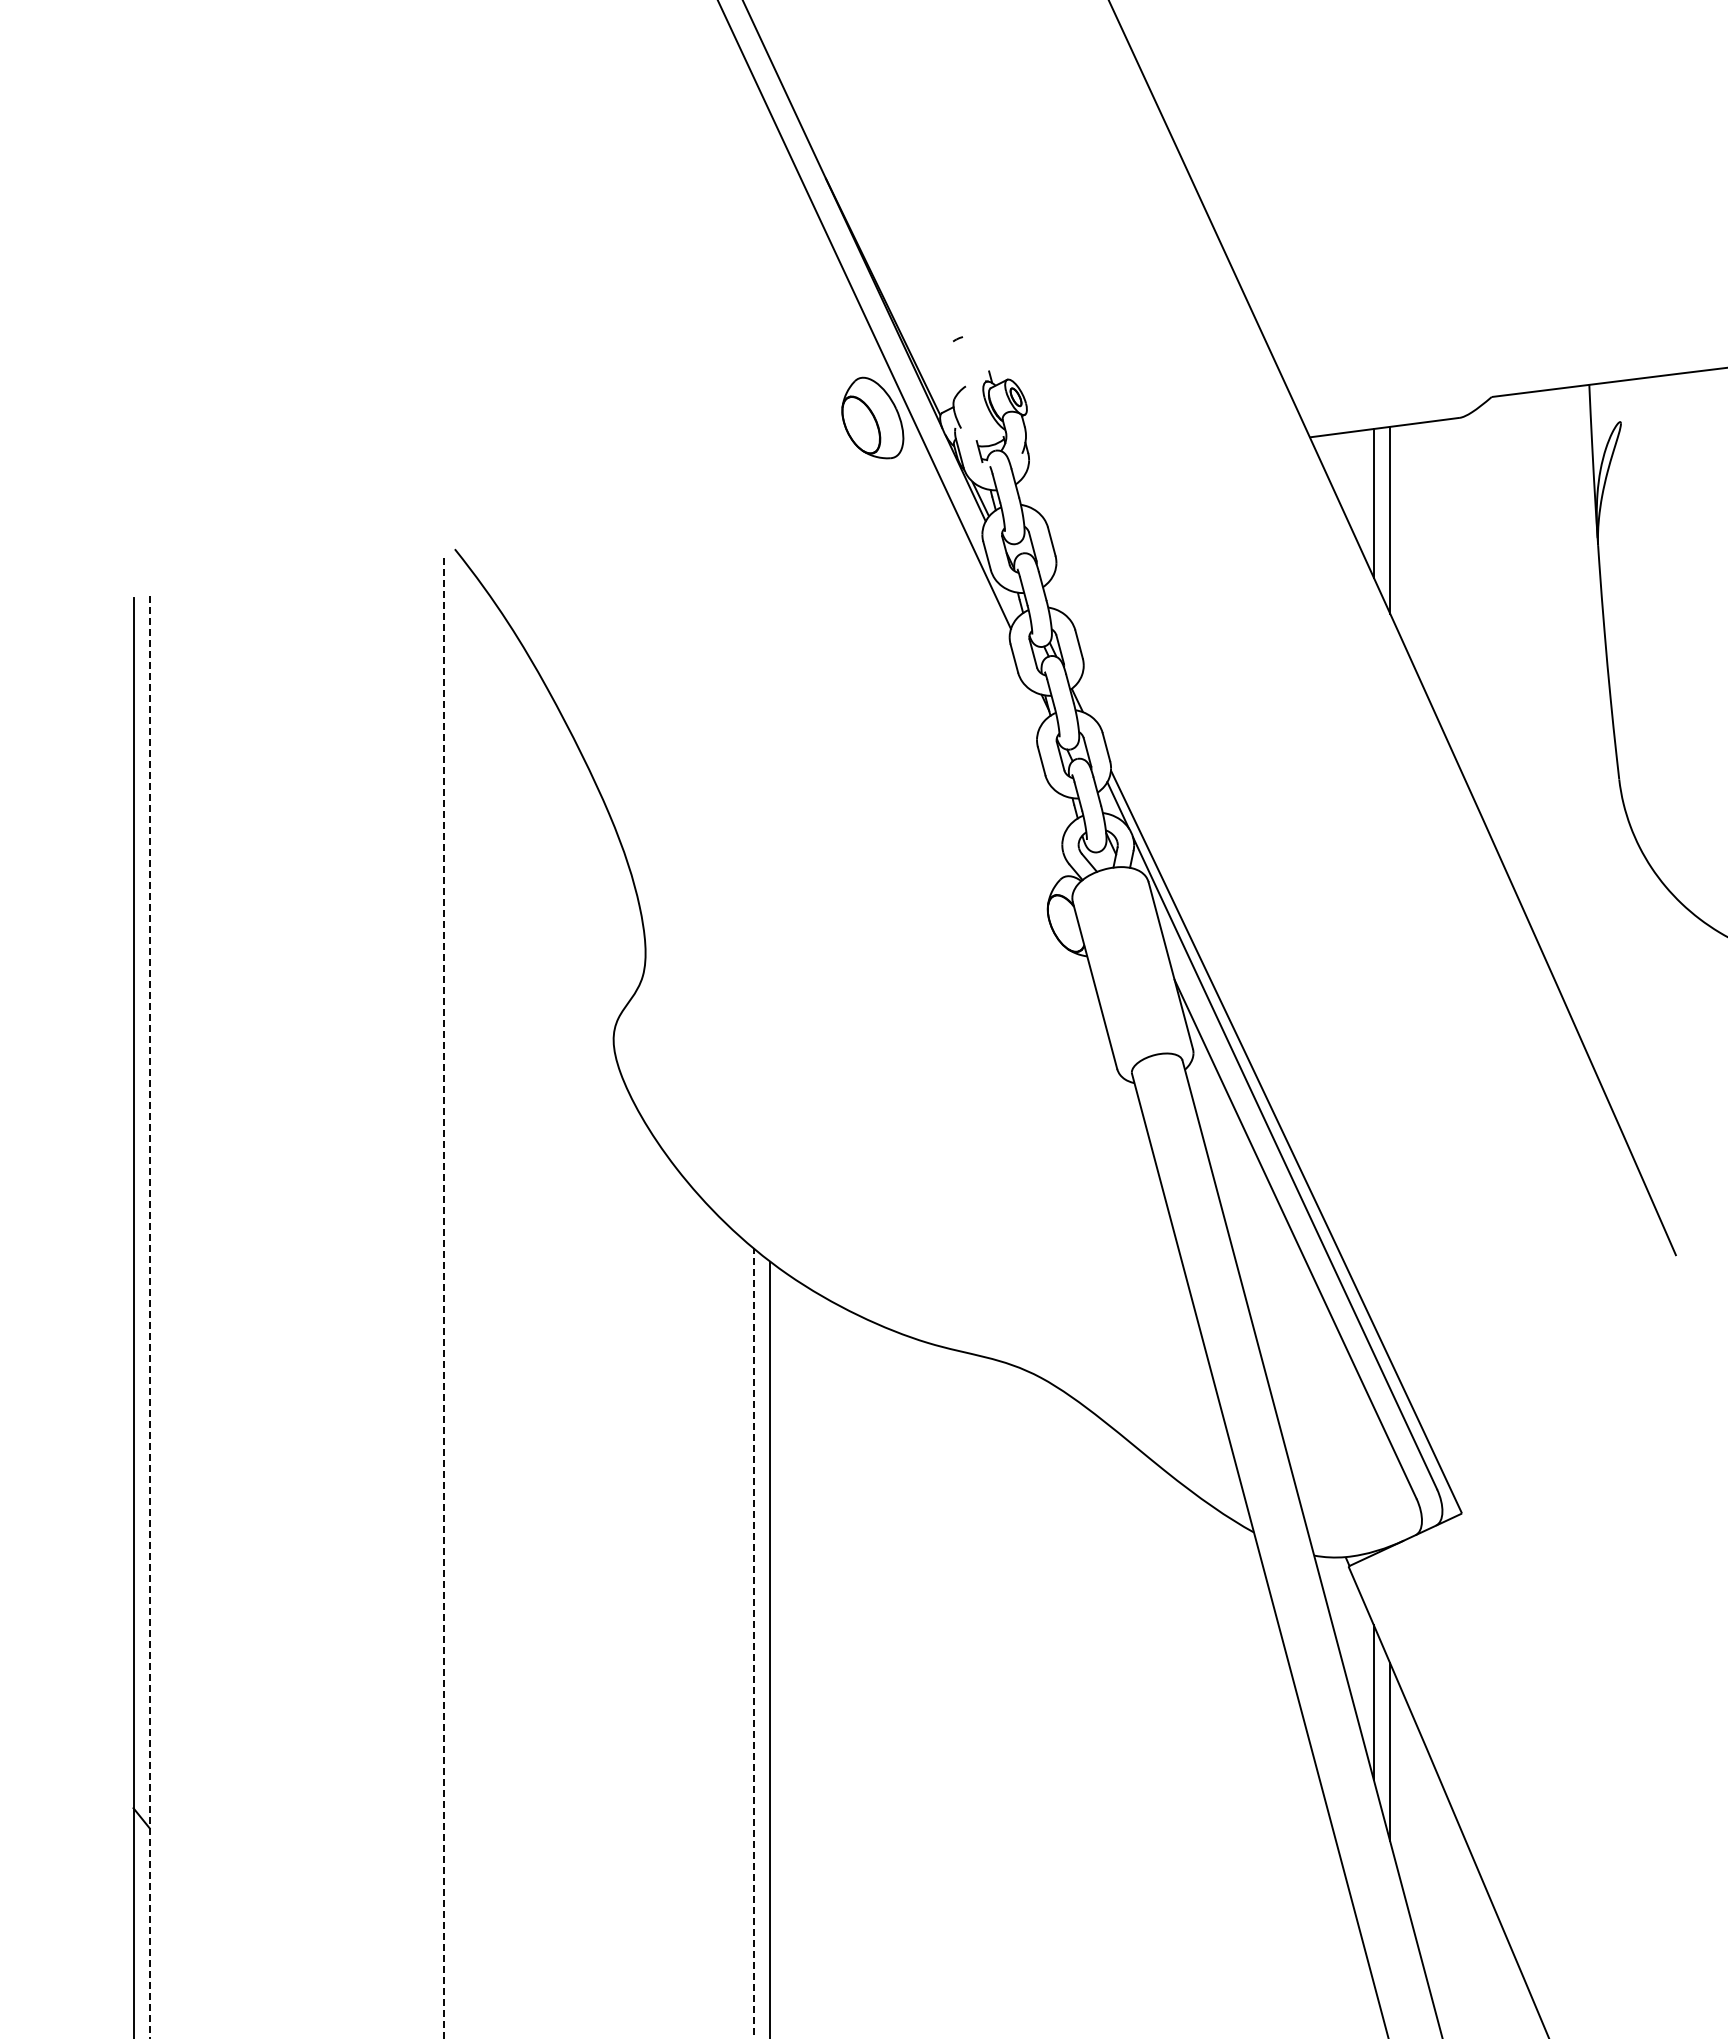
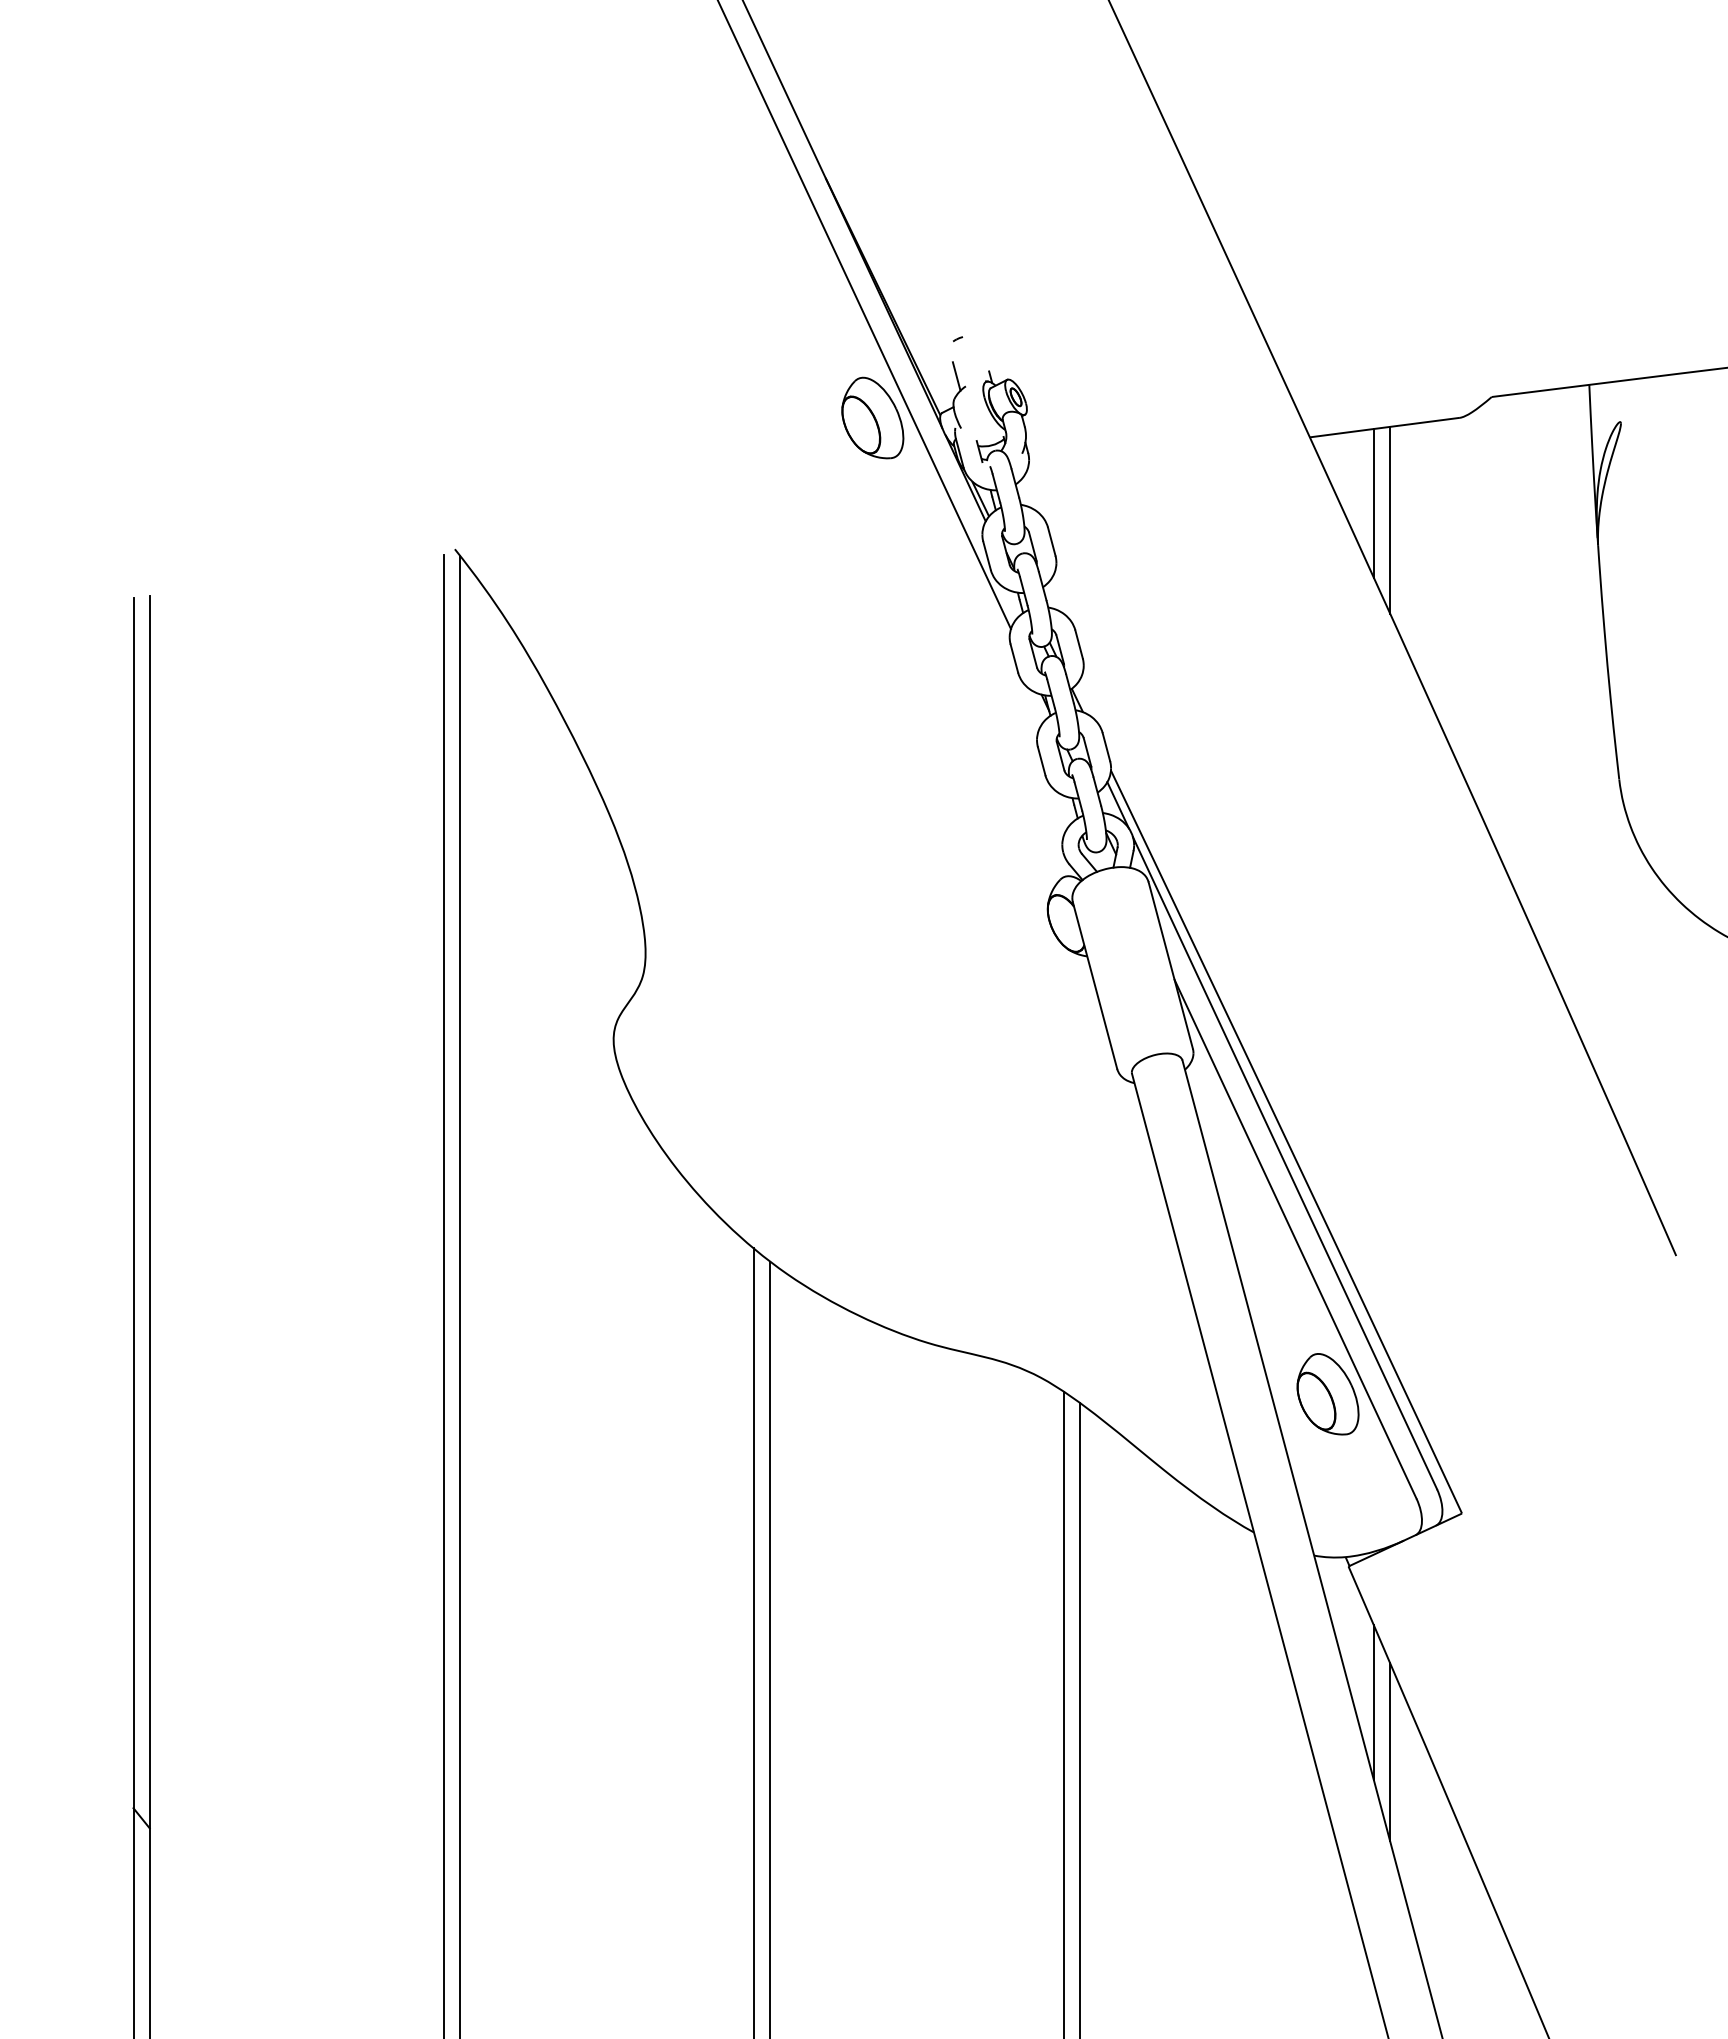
line at (956, 376): none -> present
line at (459, 1295): none -> present
line at (443, 1296): dashed -> solid
line at (149, 1317): dashed -> solid
part at (1327, 1394): none -> present
line at (753, 1643): dashed -> solid
line at (1063, 1713): none -> present
line at (1080, 1718): none -> present
